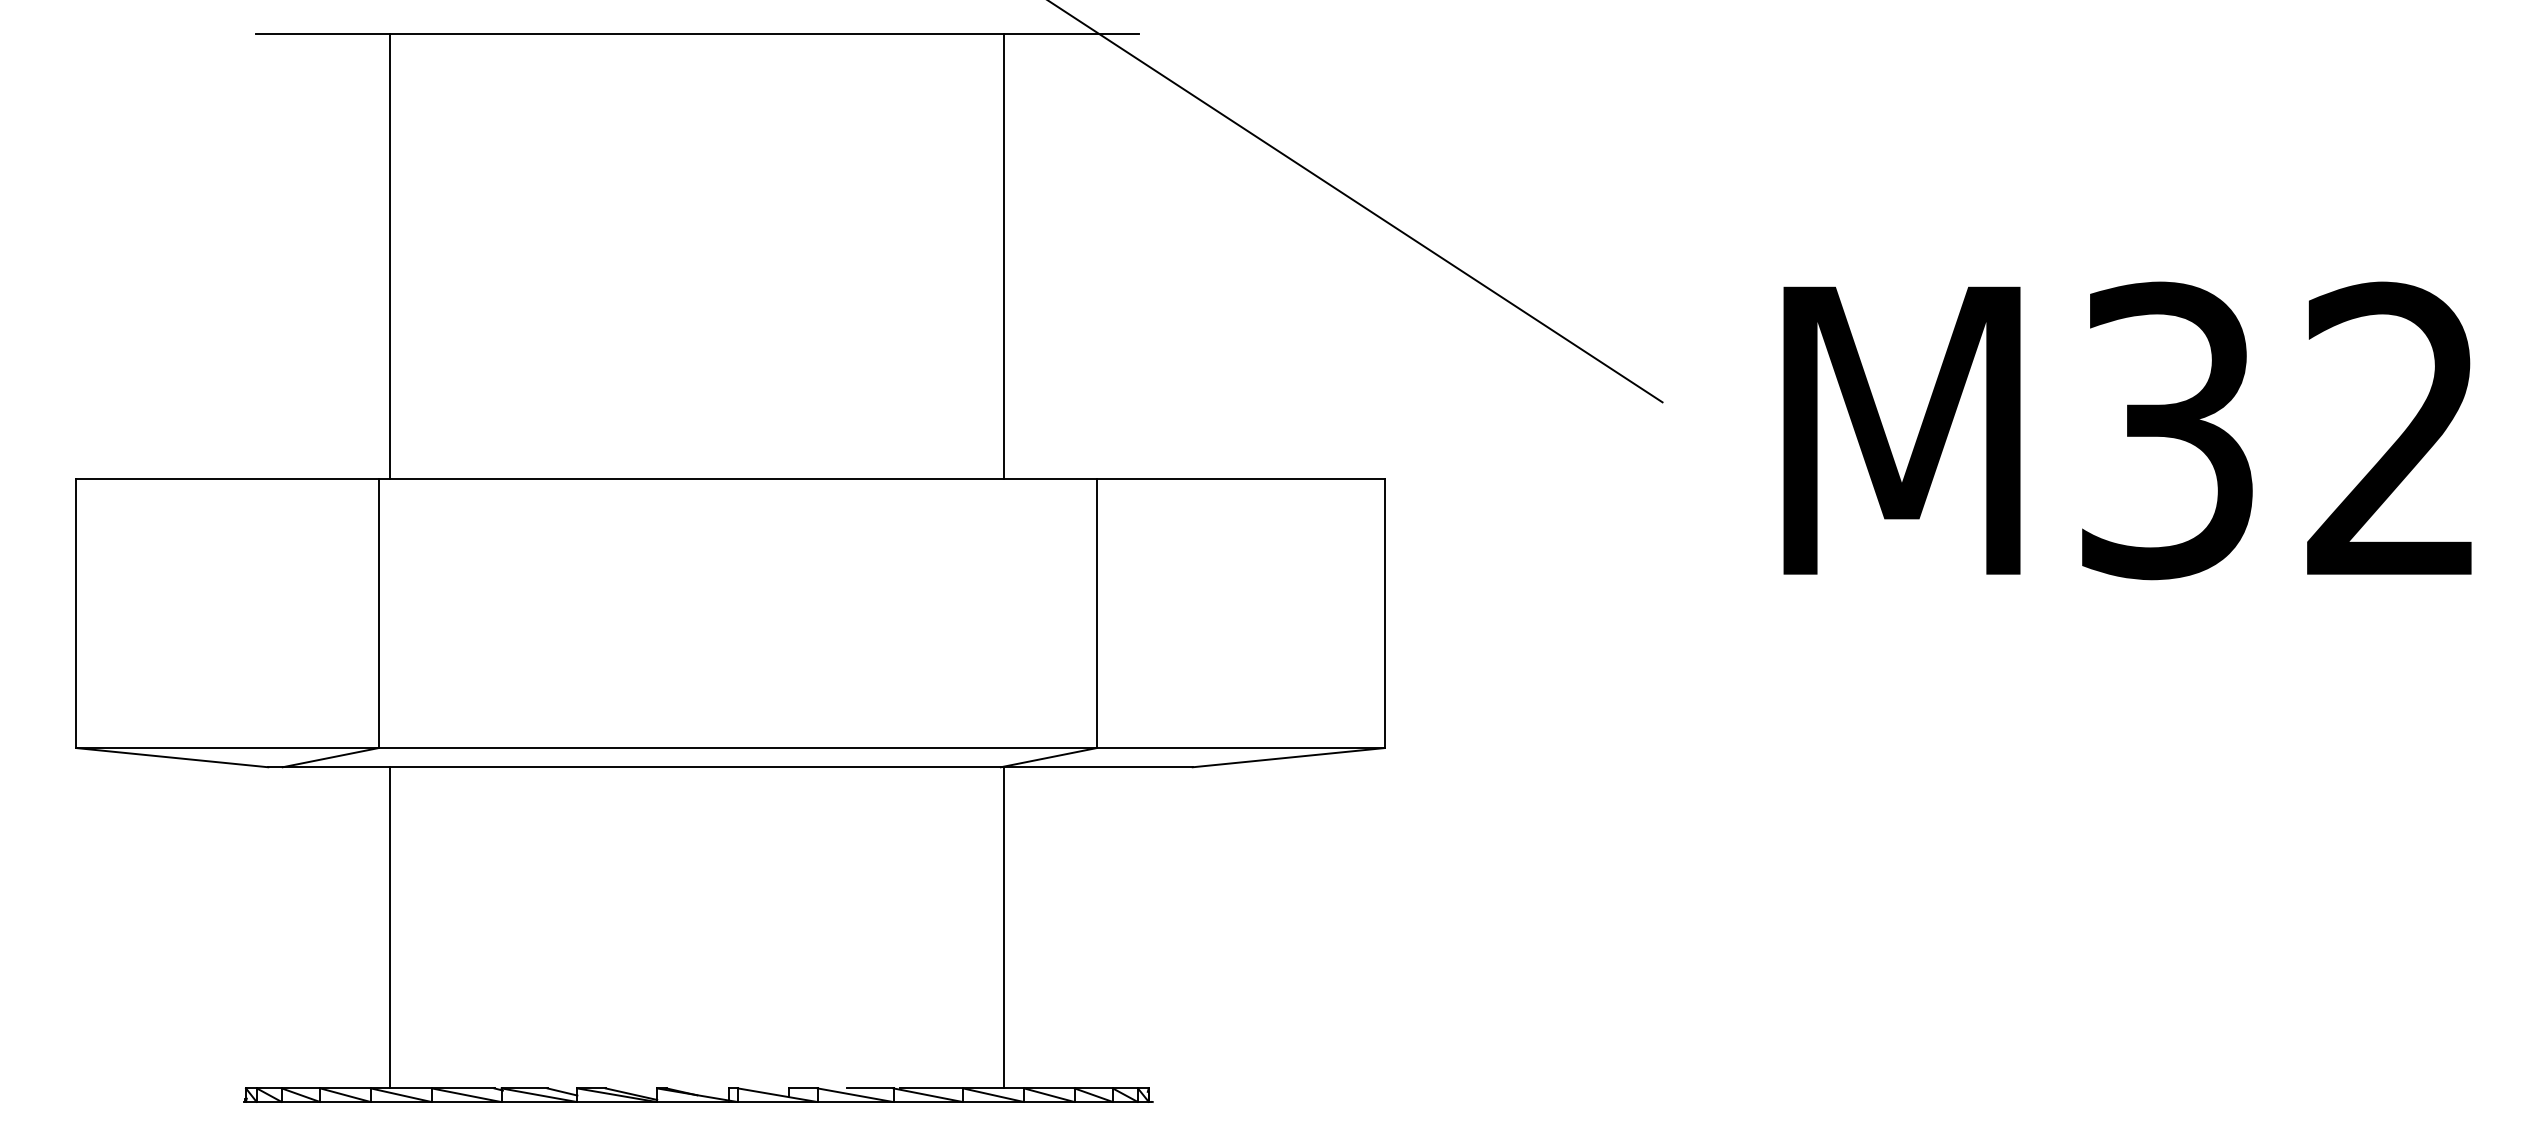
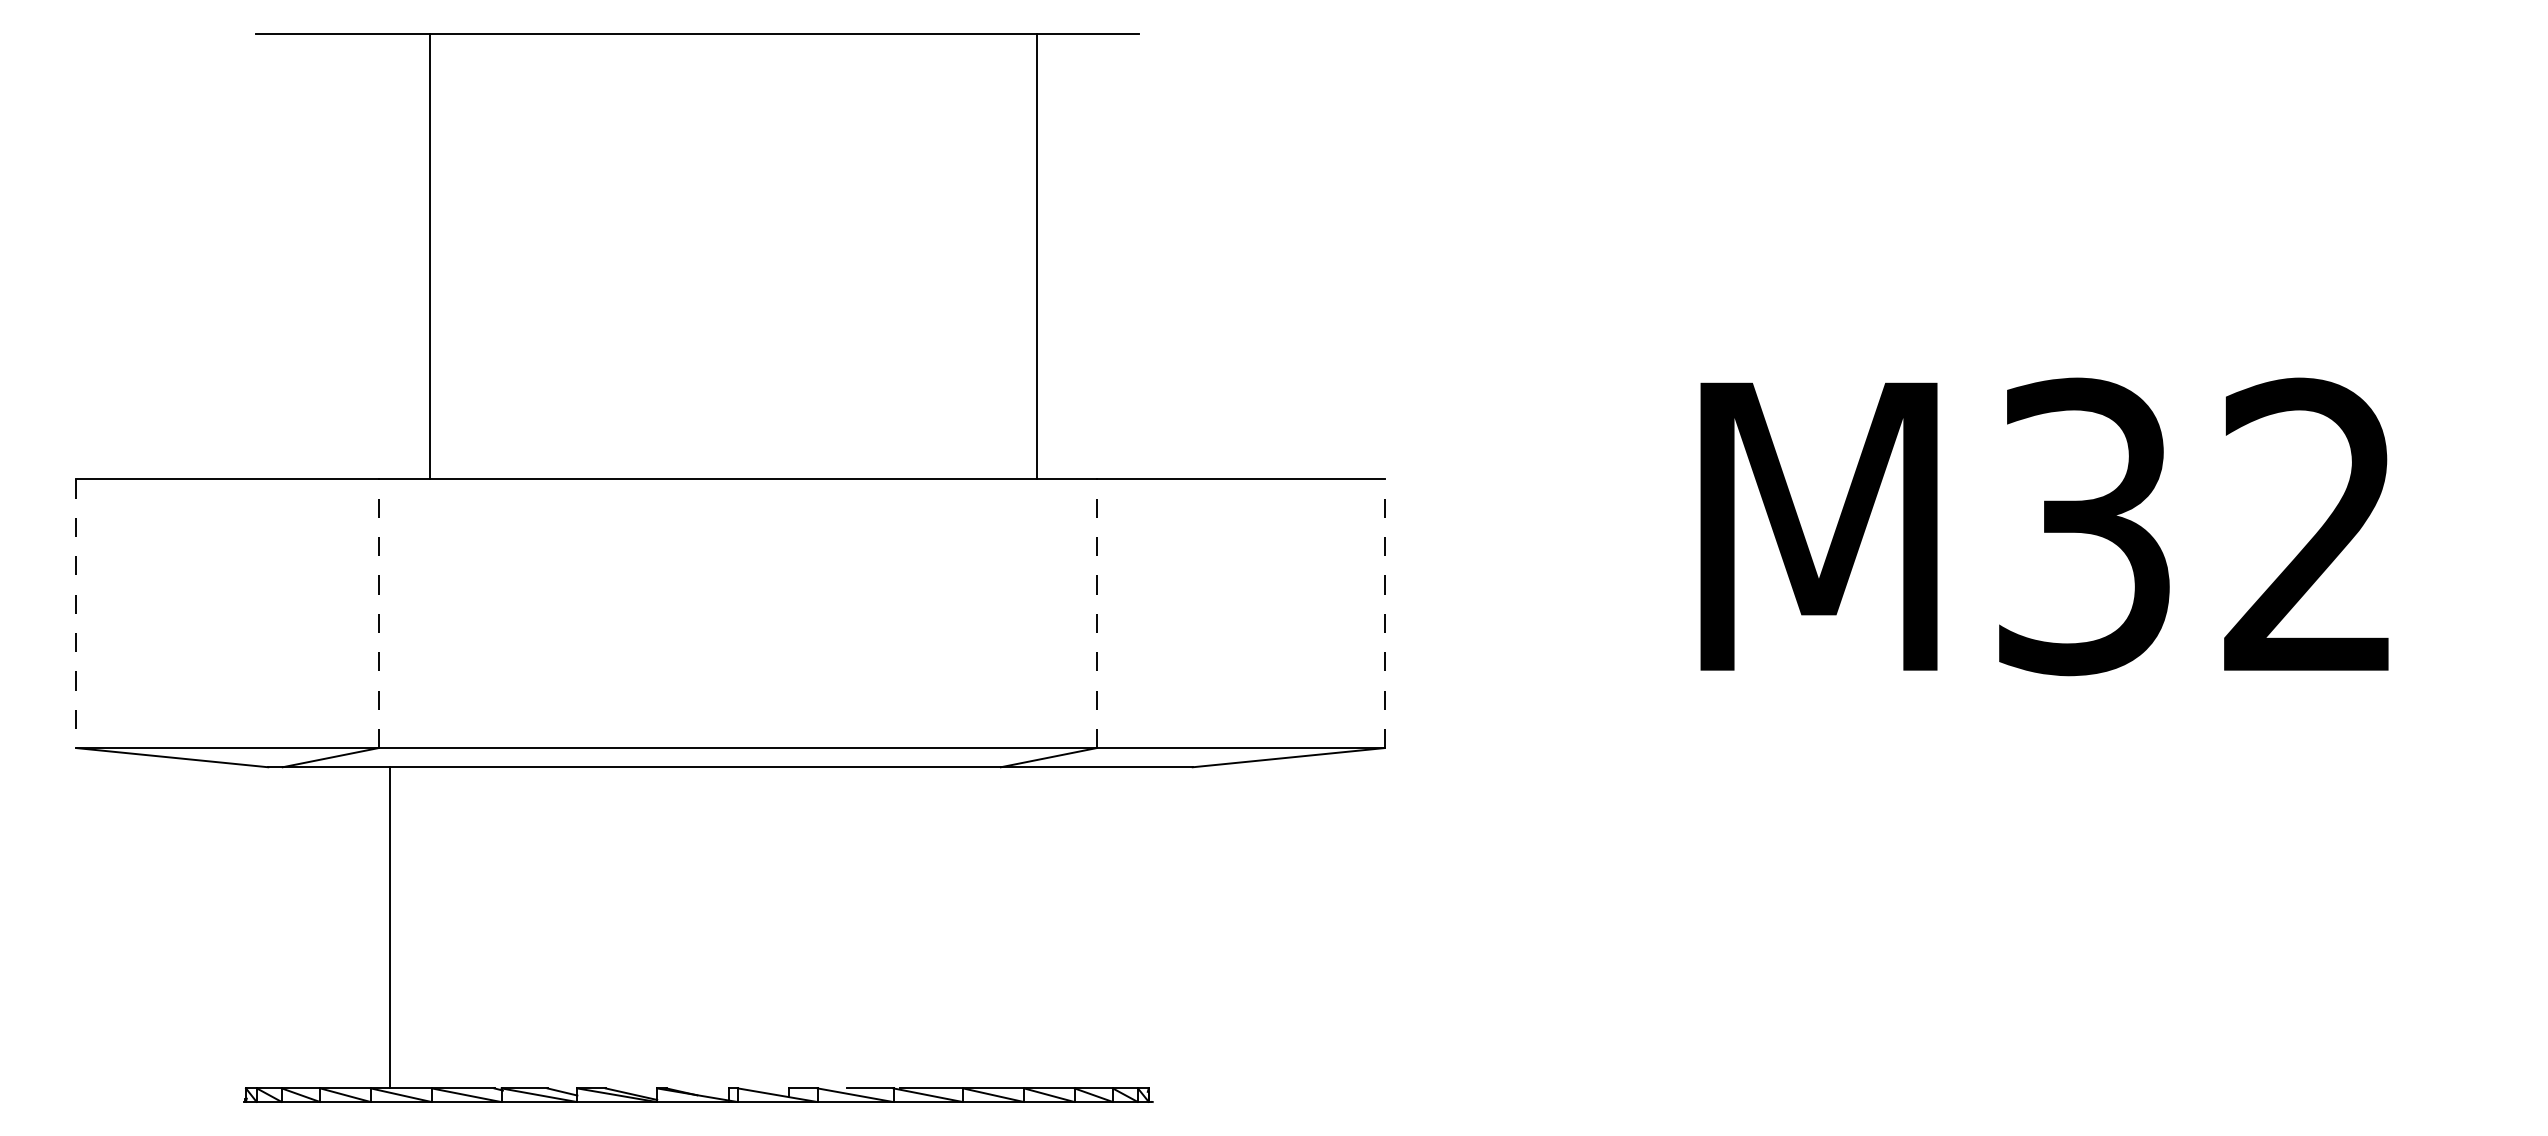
line at (1356, 202): present -> none
line at (390, 256) position: (390, 256) -> (430, 256)
line at (1004, 256) position: (1004, 256) -> (1037, 256)
text at (2127, 430) position: (2127, 430) -> (2044, 526)
line at (378, 613): solid -> dashed
line at (1096, 613): solid -> dashed
line at (1384, 613): solid -> dashed
line at (76, 614): solid -> dashed
line at (1004, 927): present -> none
